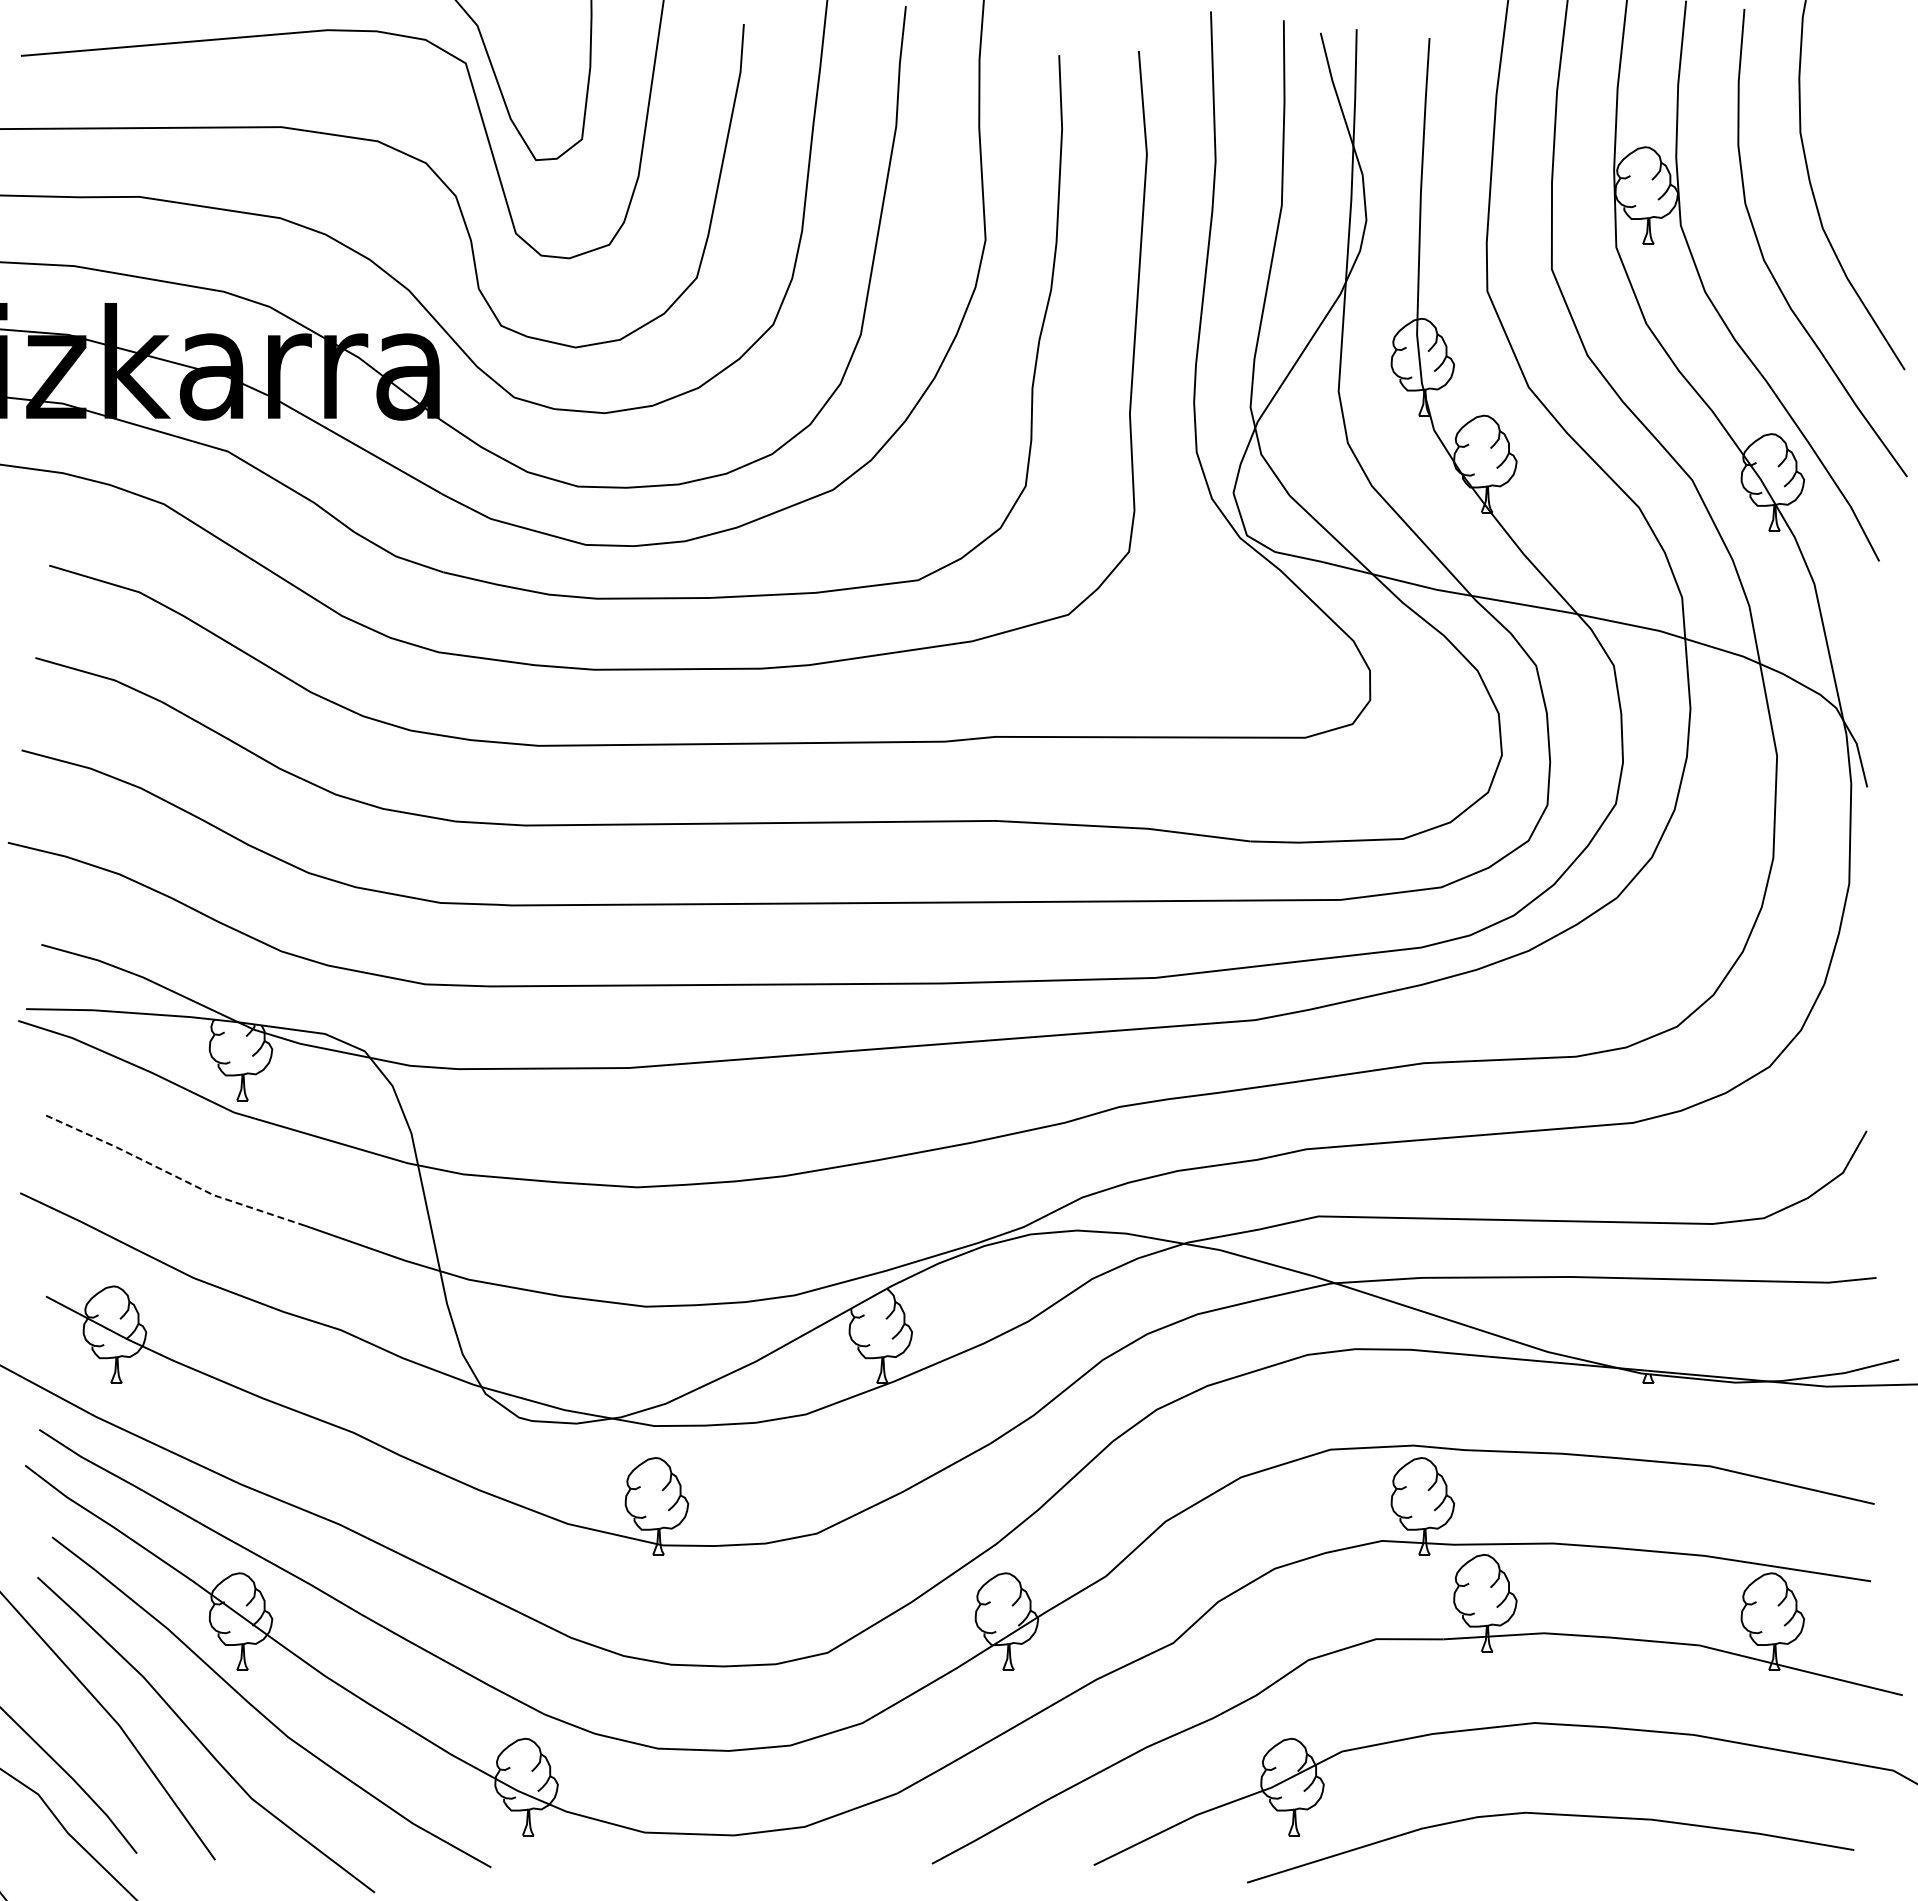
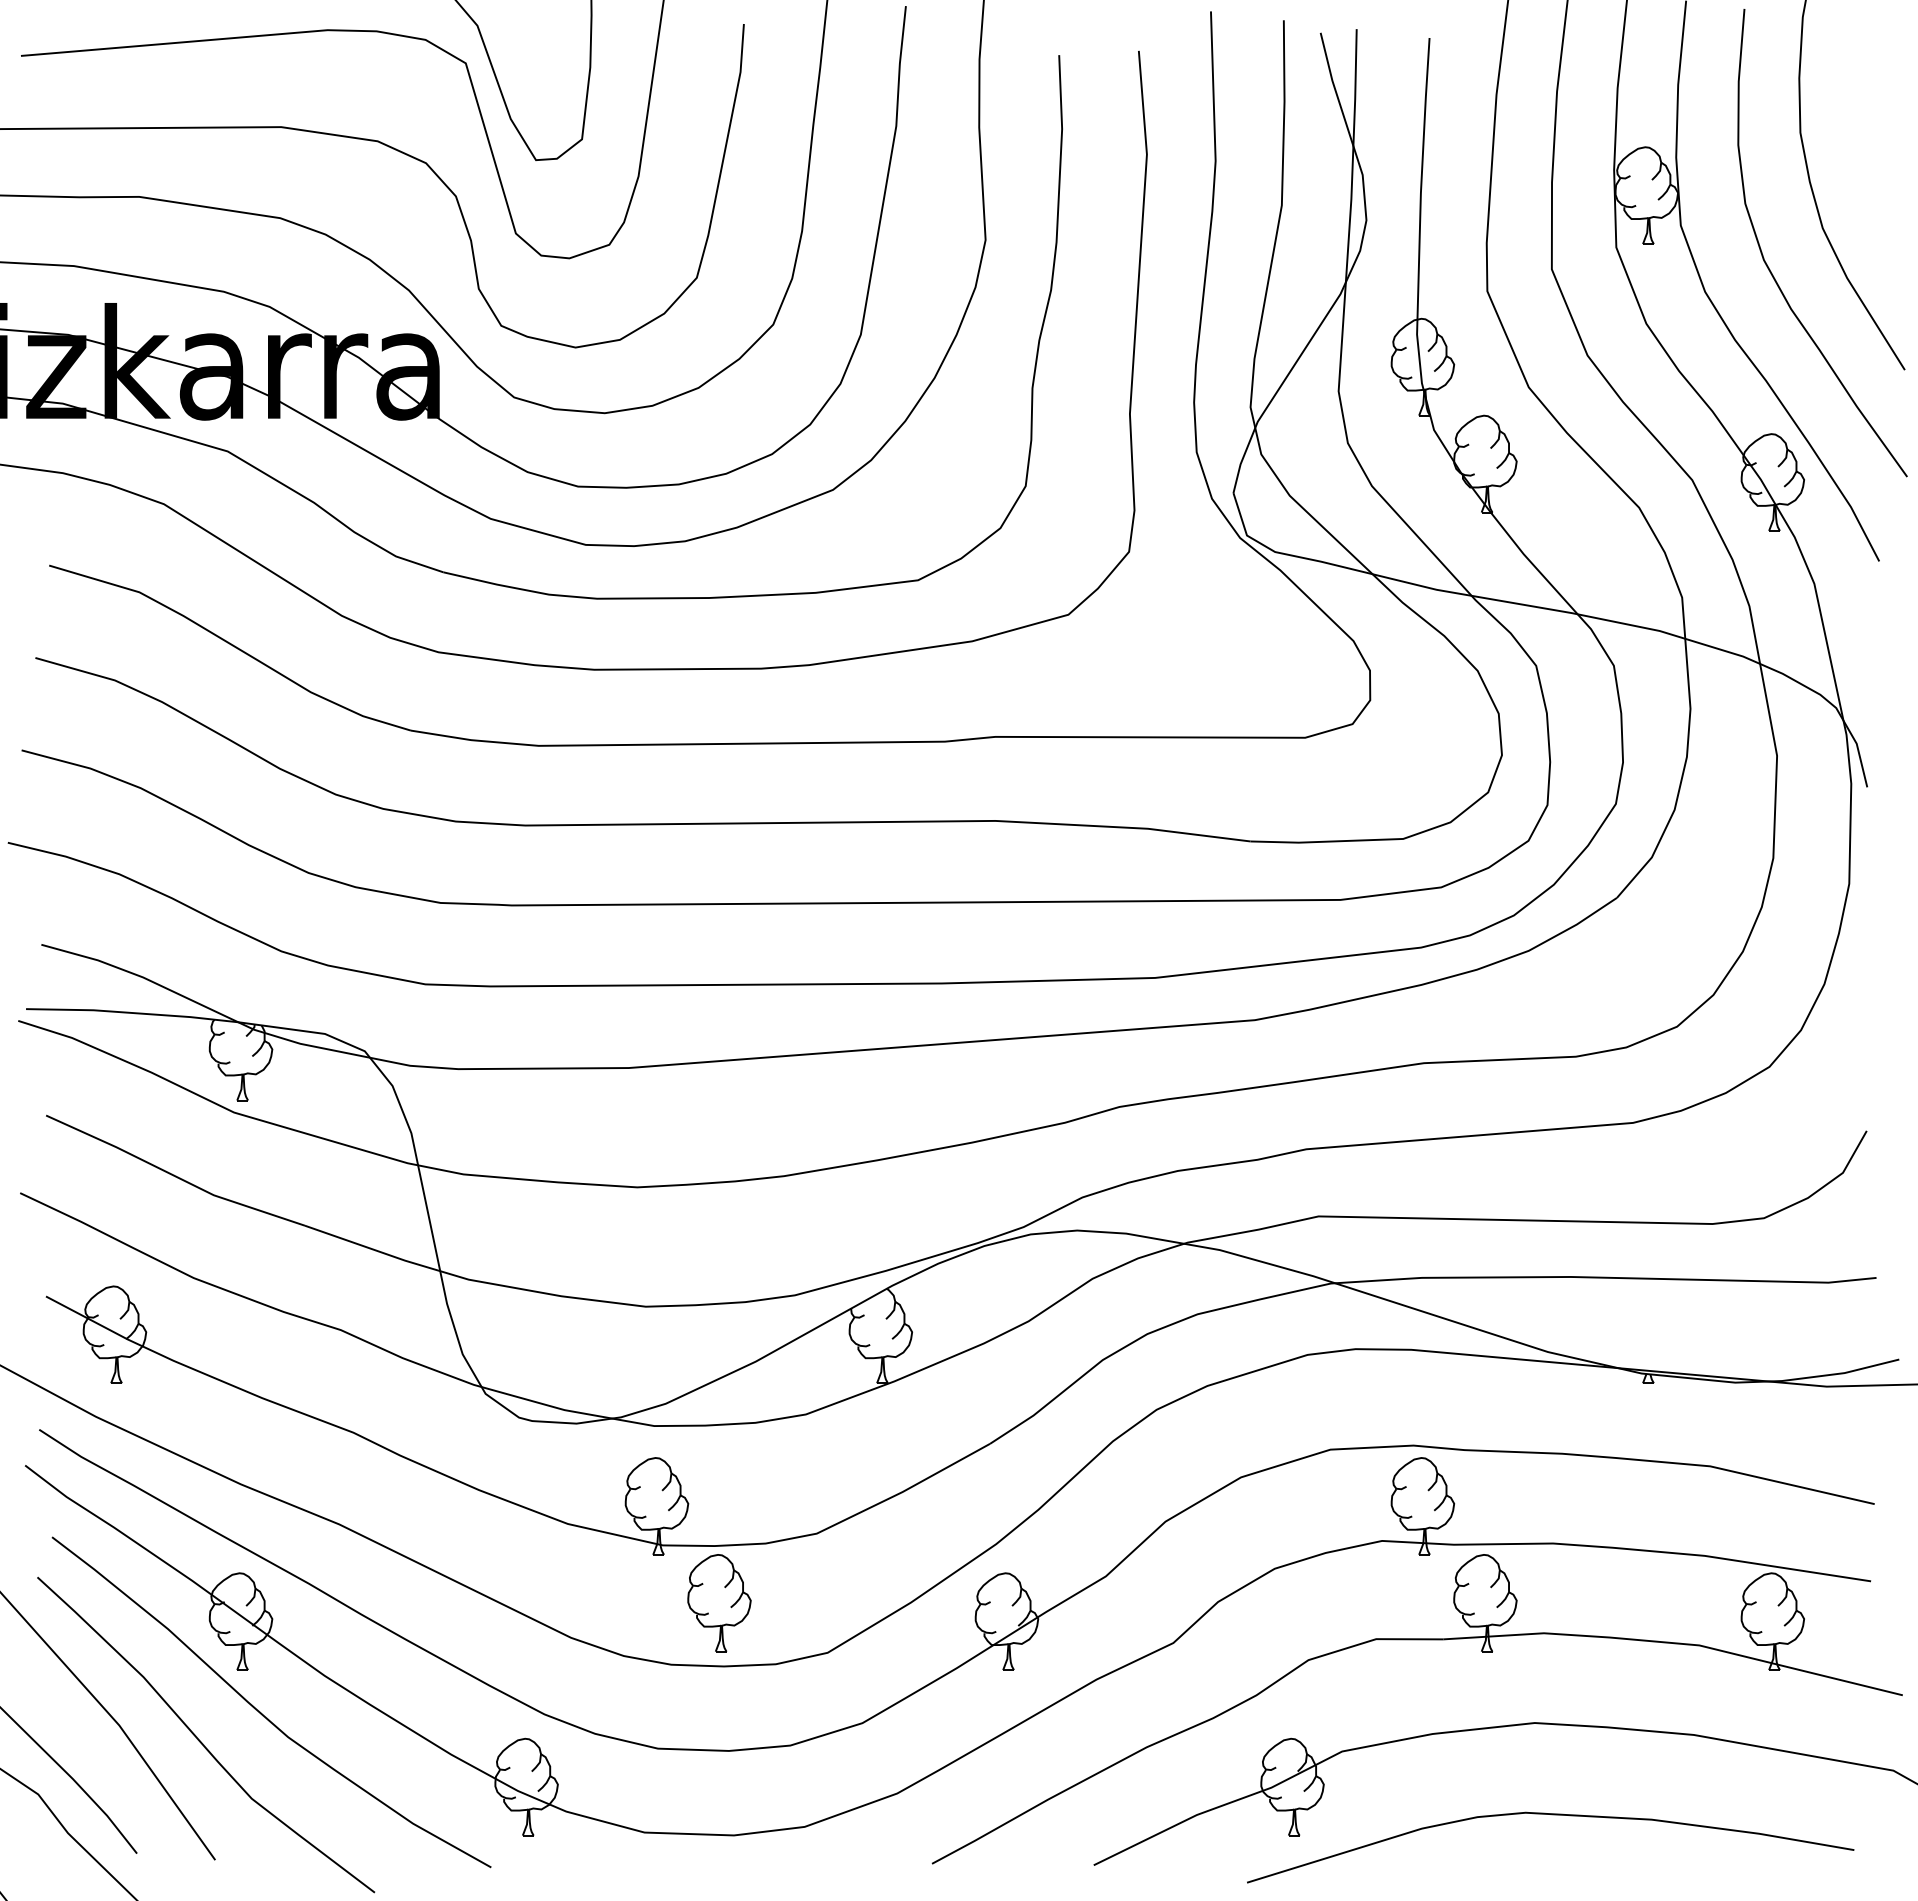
line at (173, 1175): dashed -> solid
part at (719, 1603): none -> present
